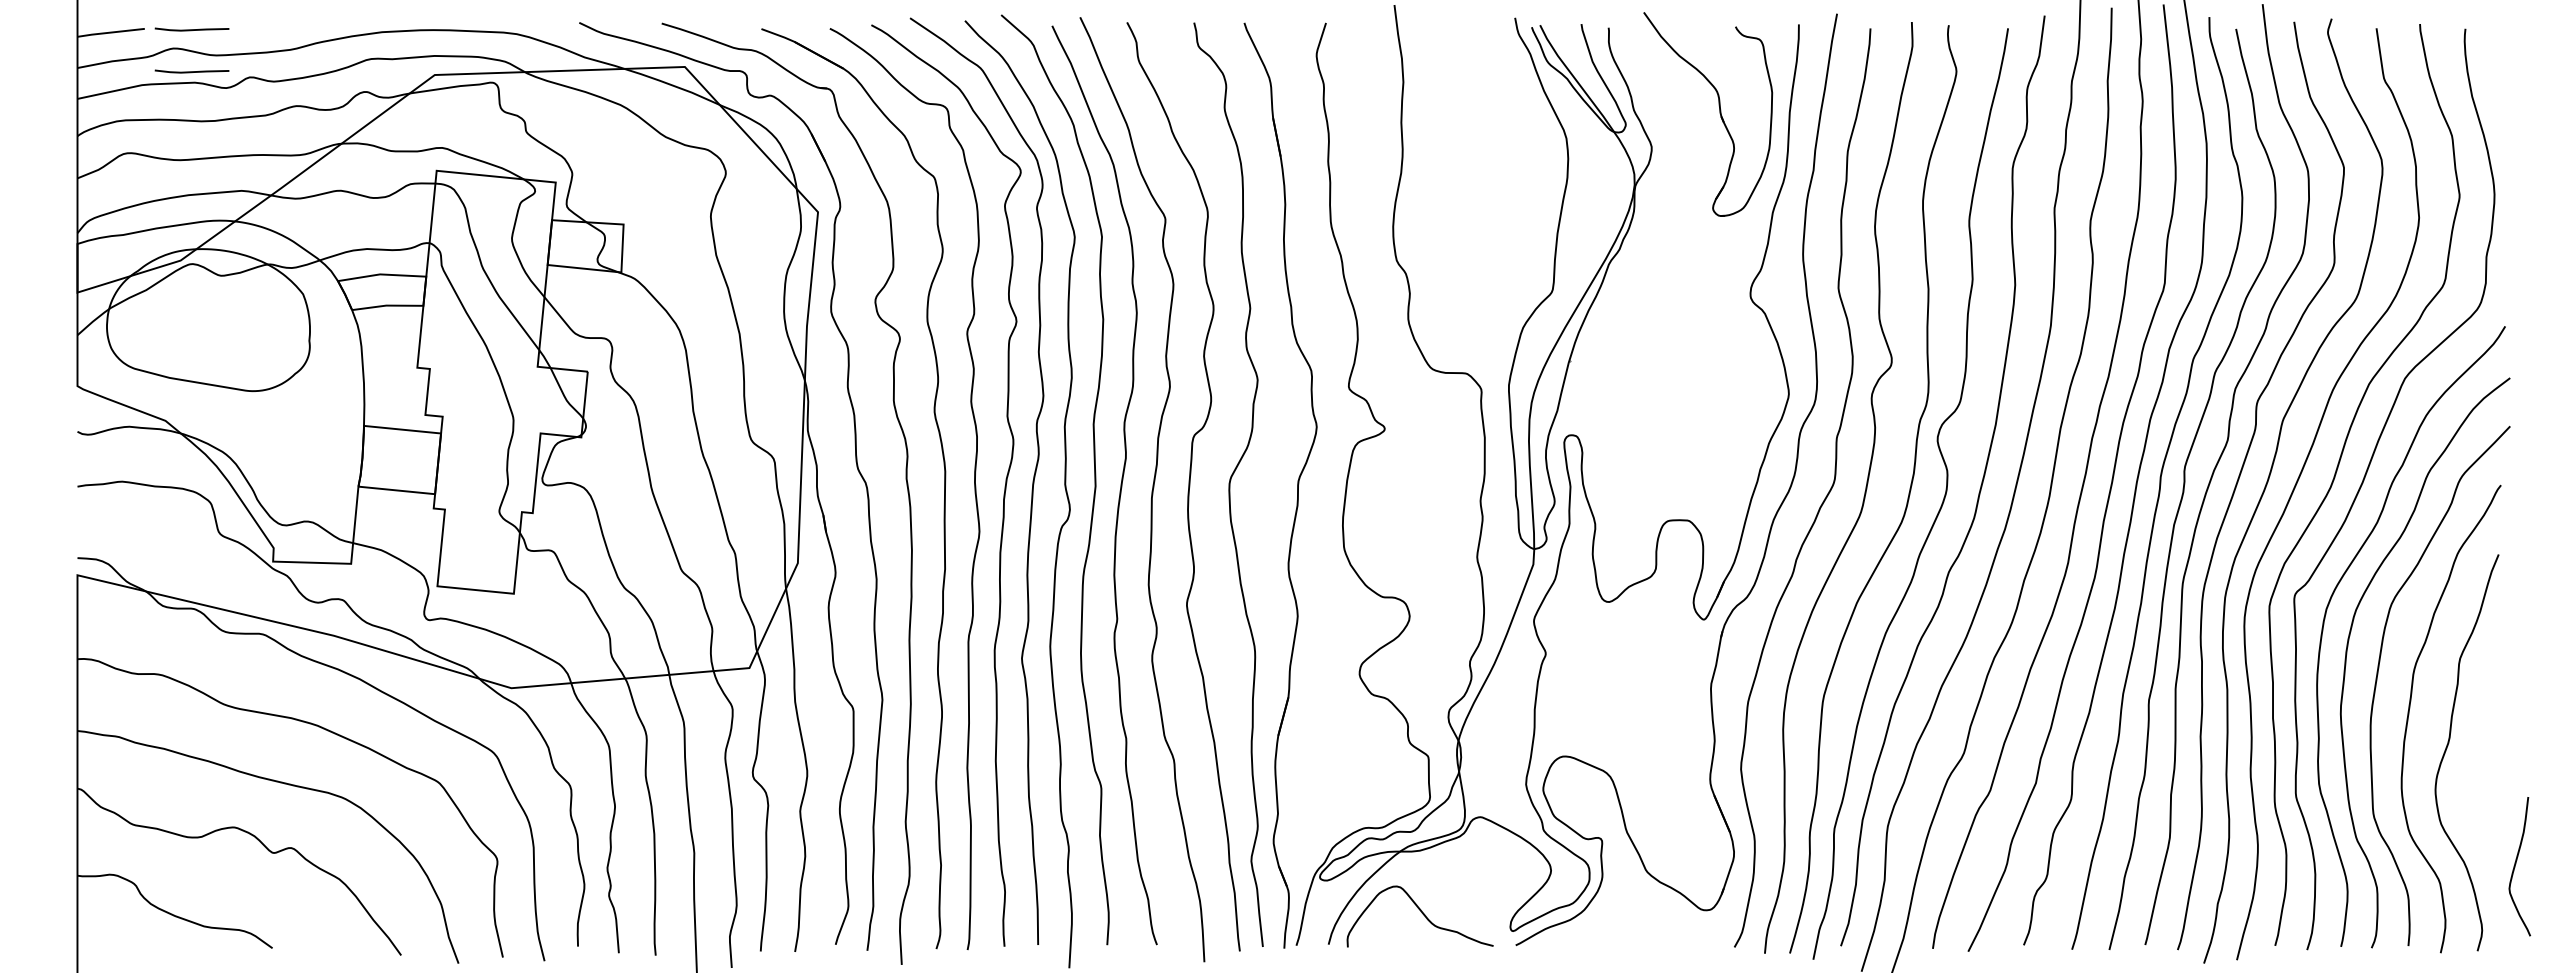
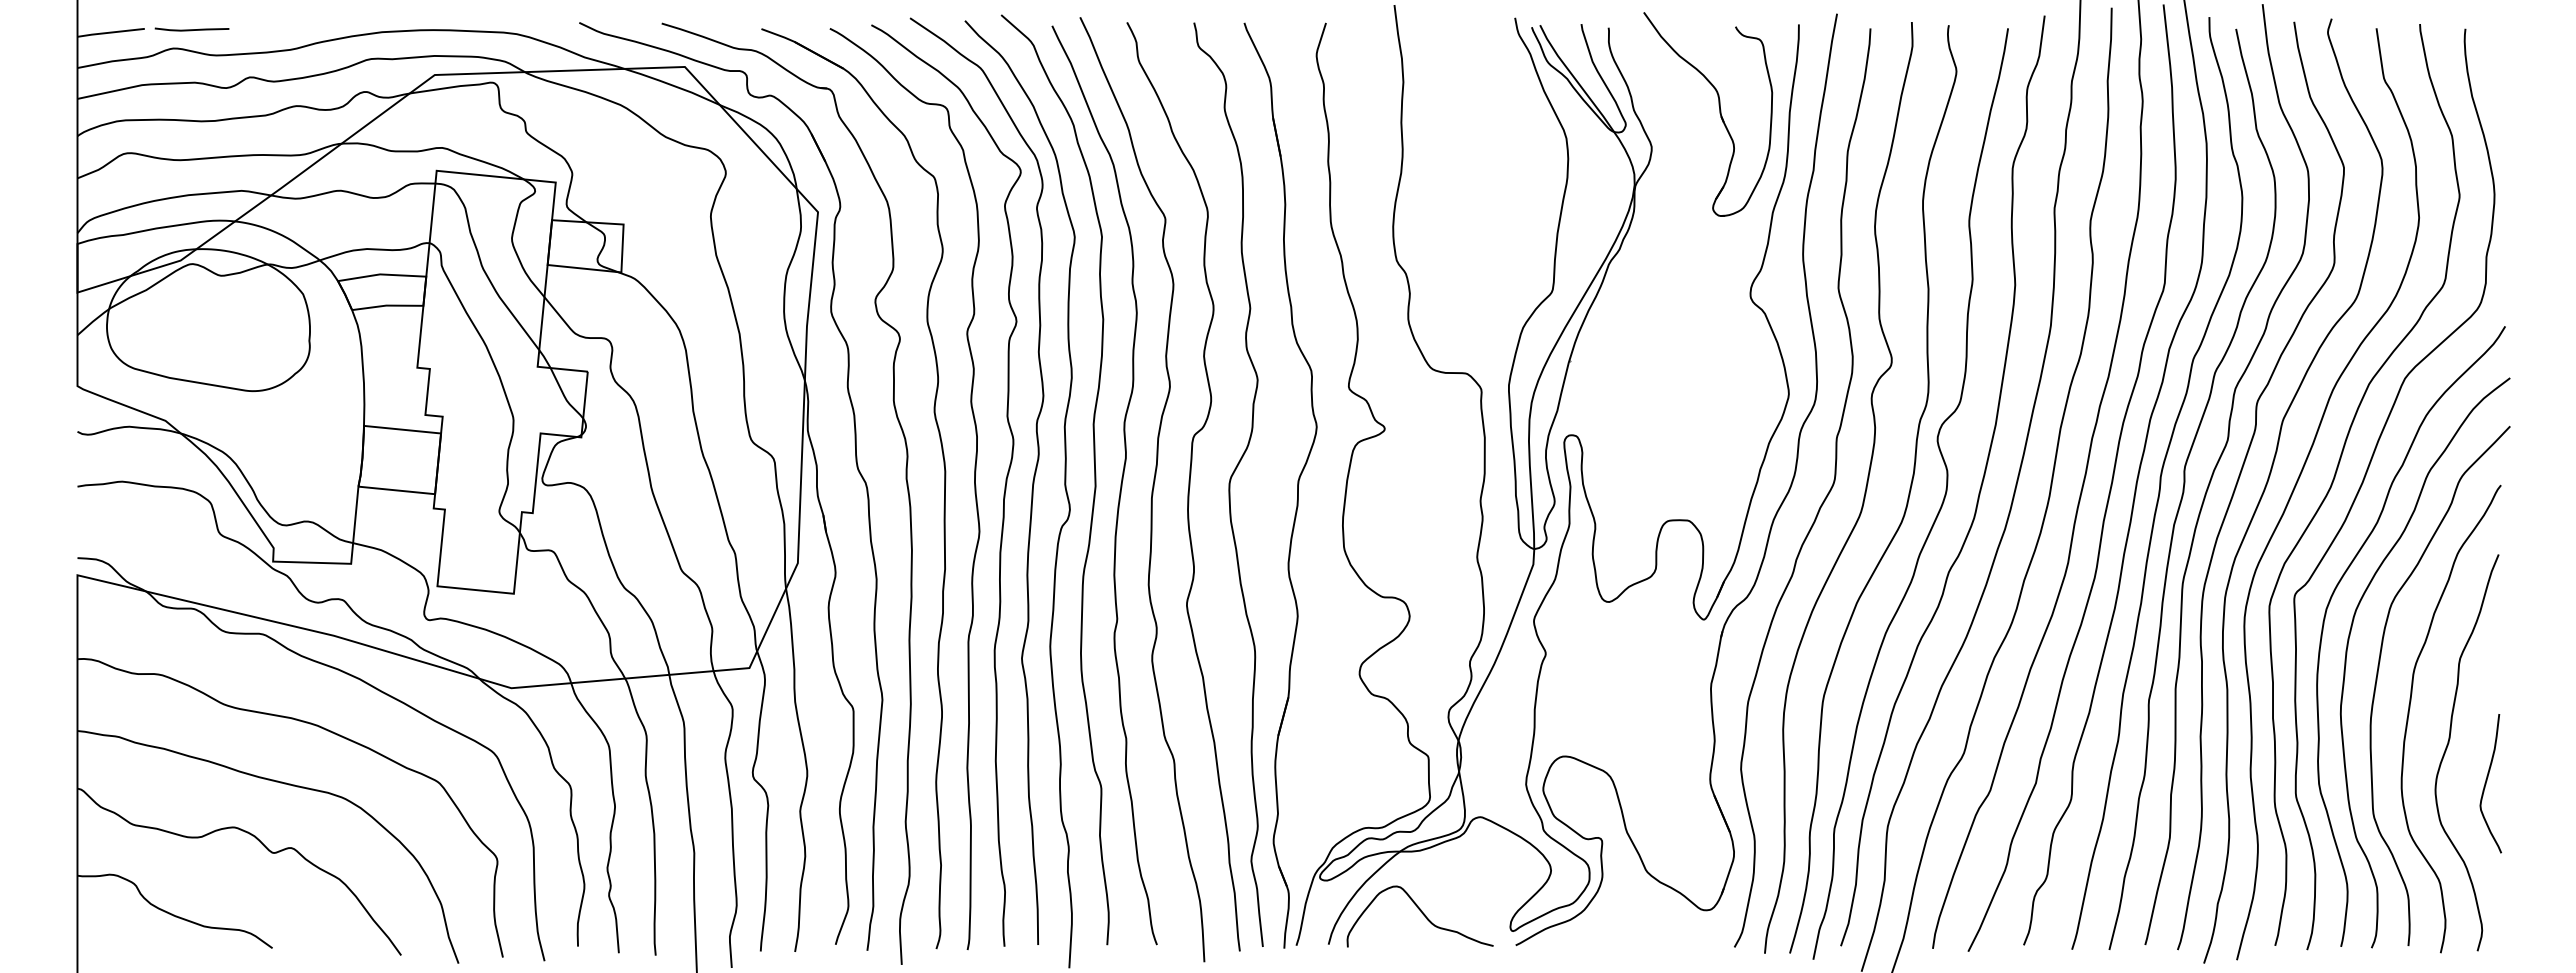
line at (191, 71): present -> none
curve at (2516, 864) position: (2516, 864) -> (2487, 781)
